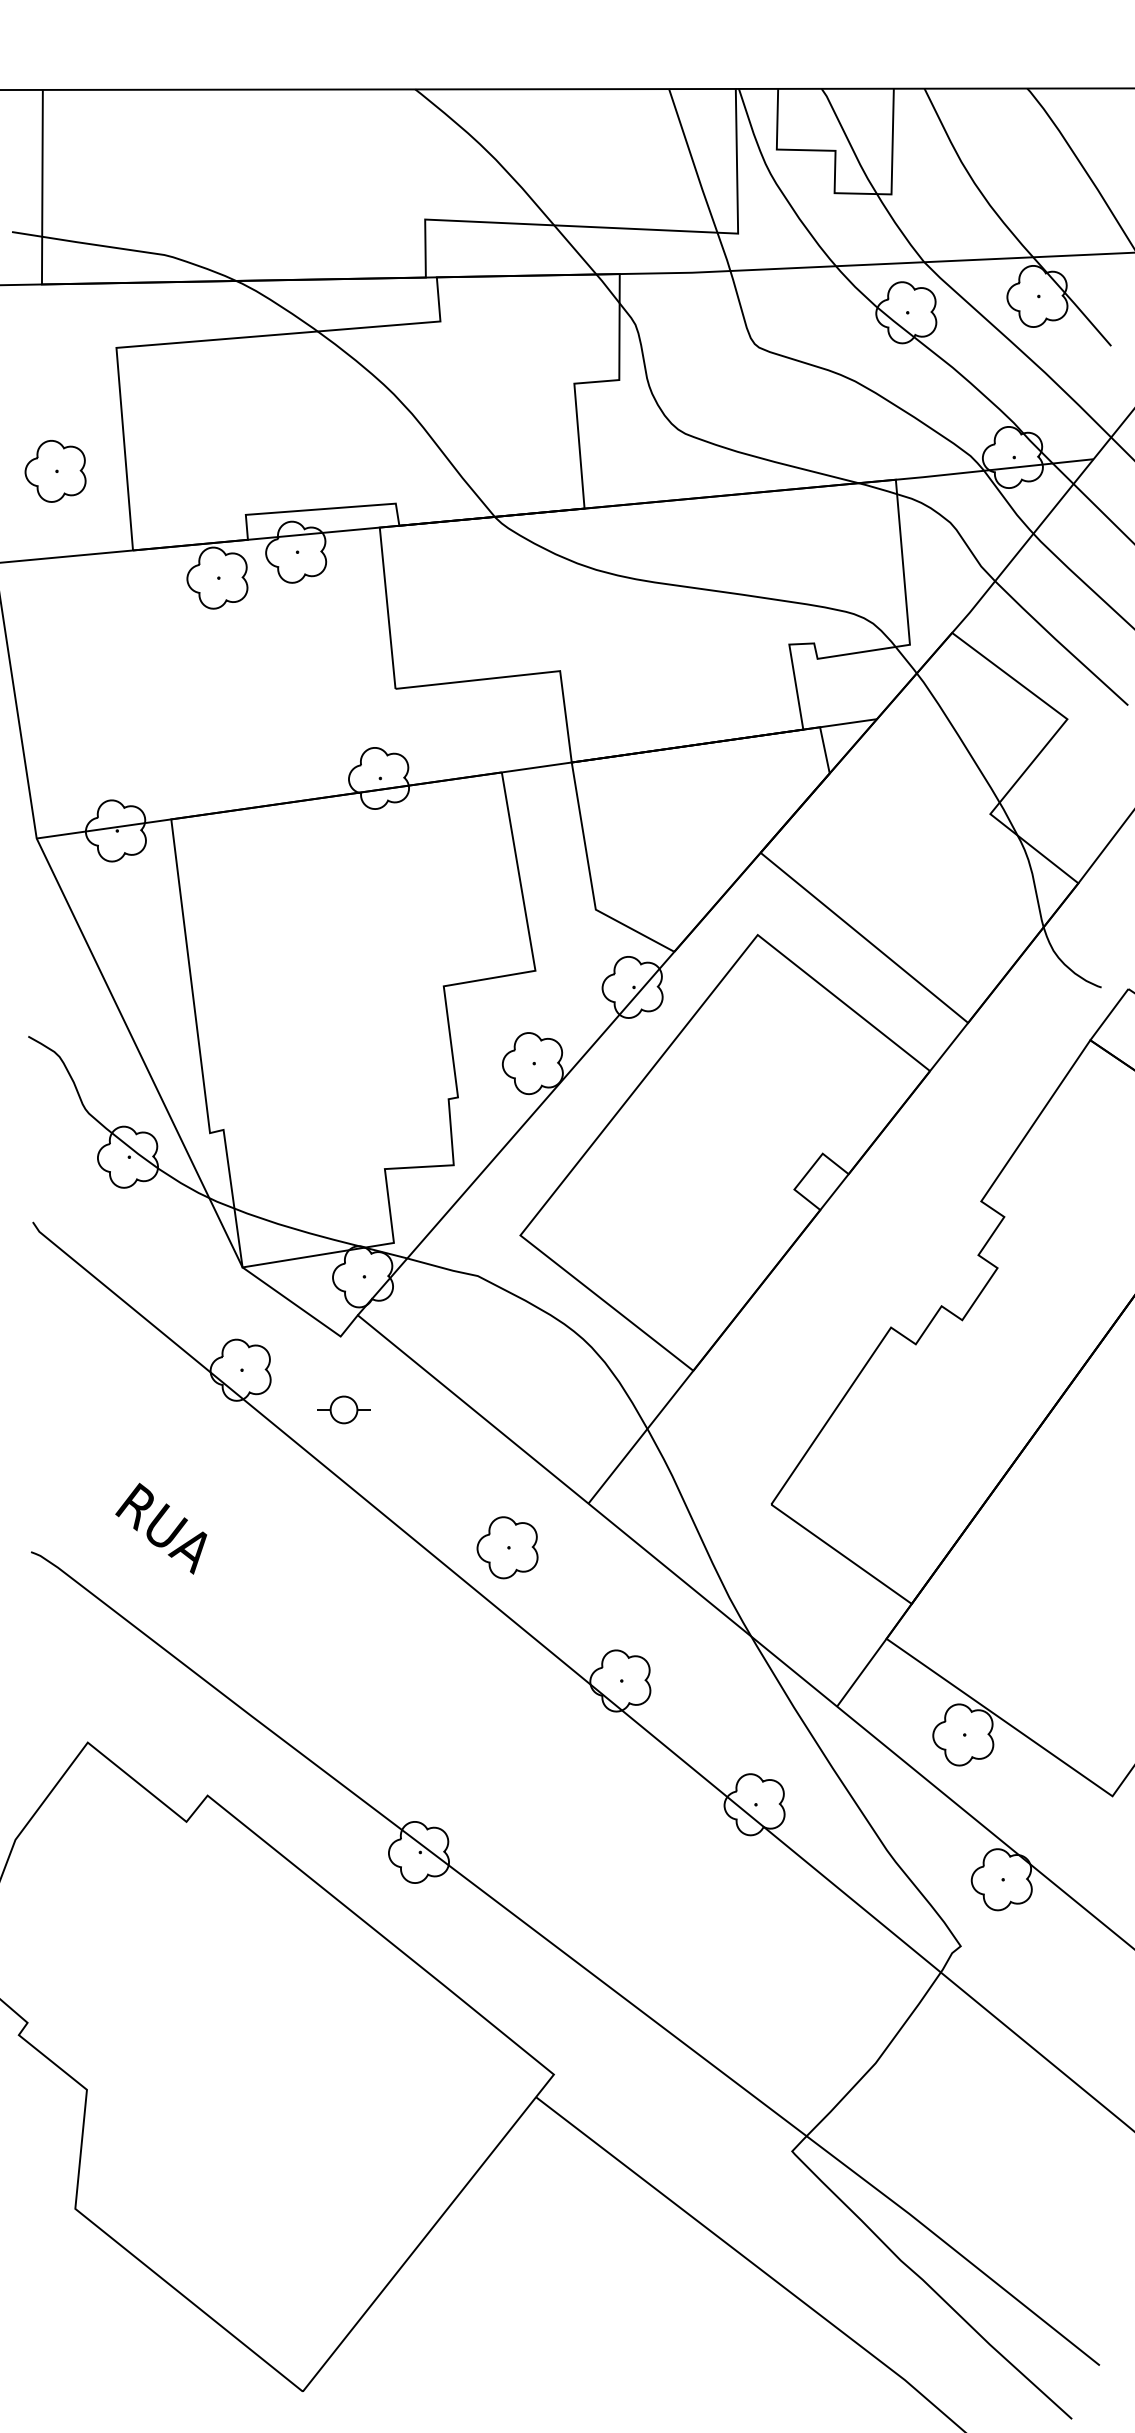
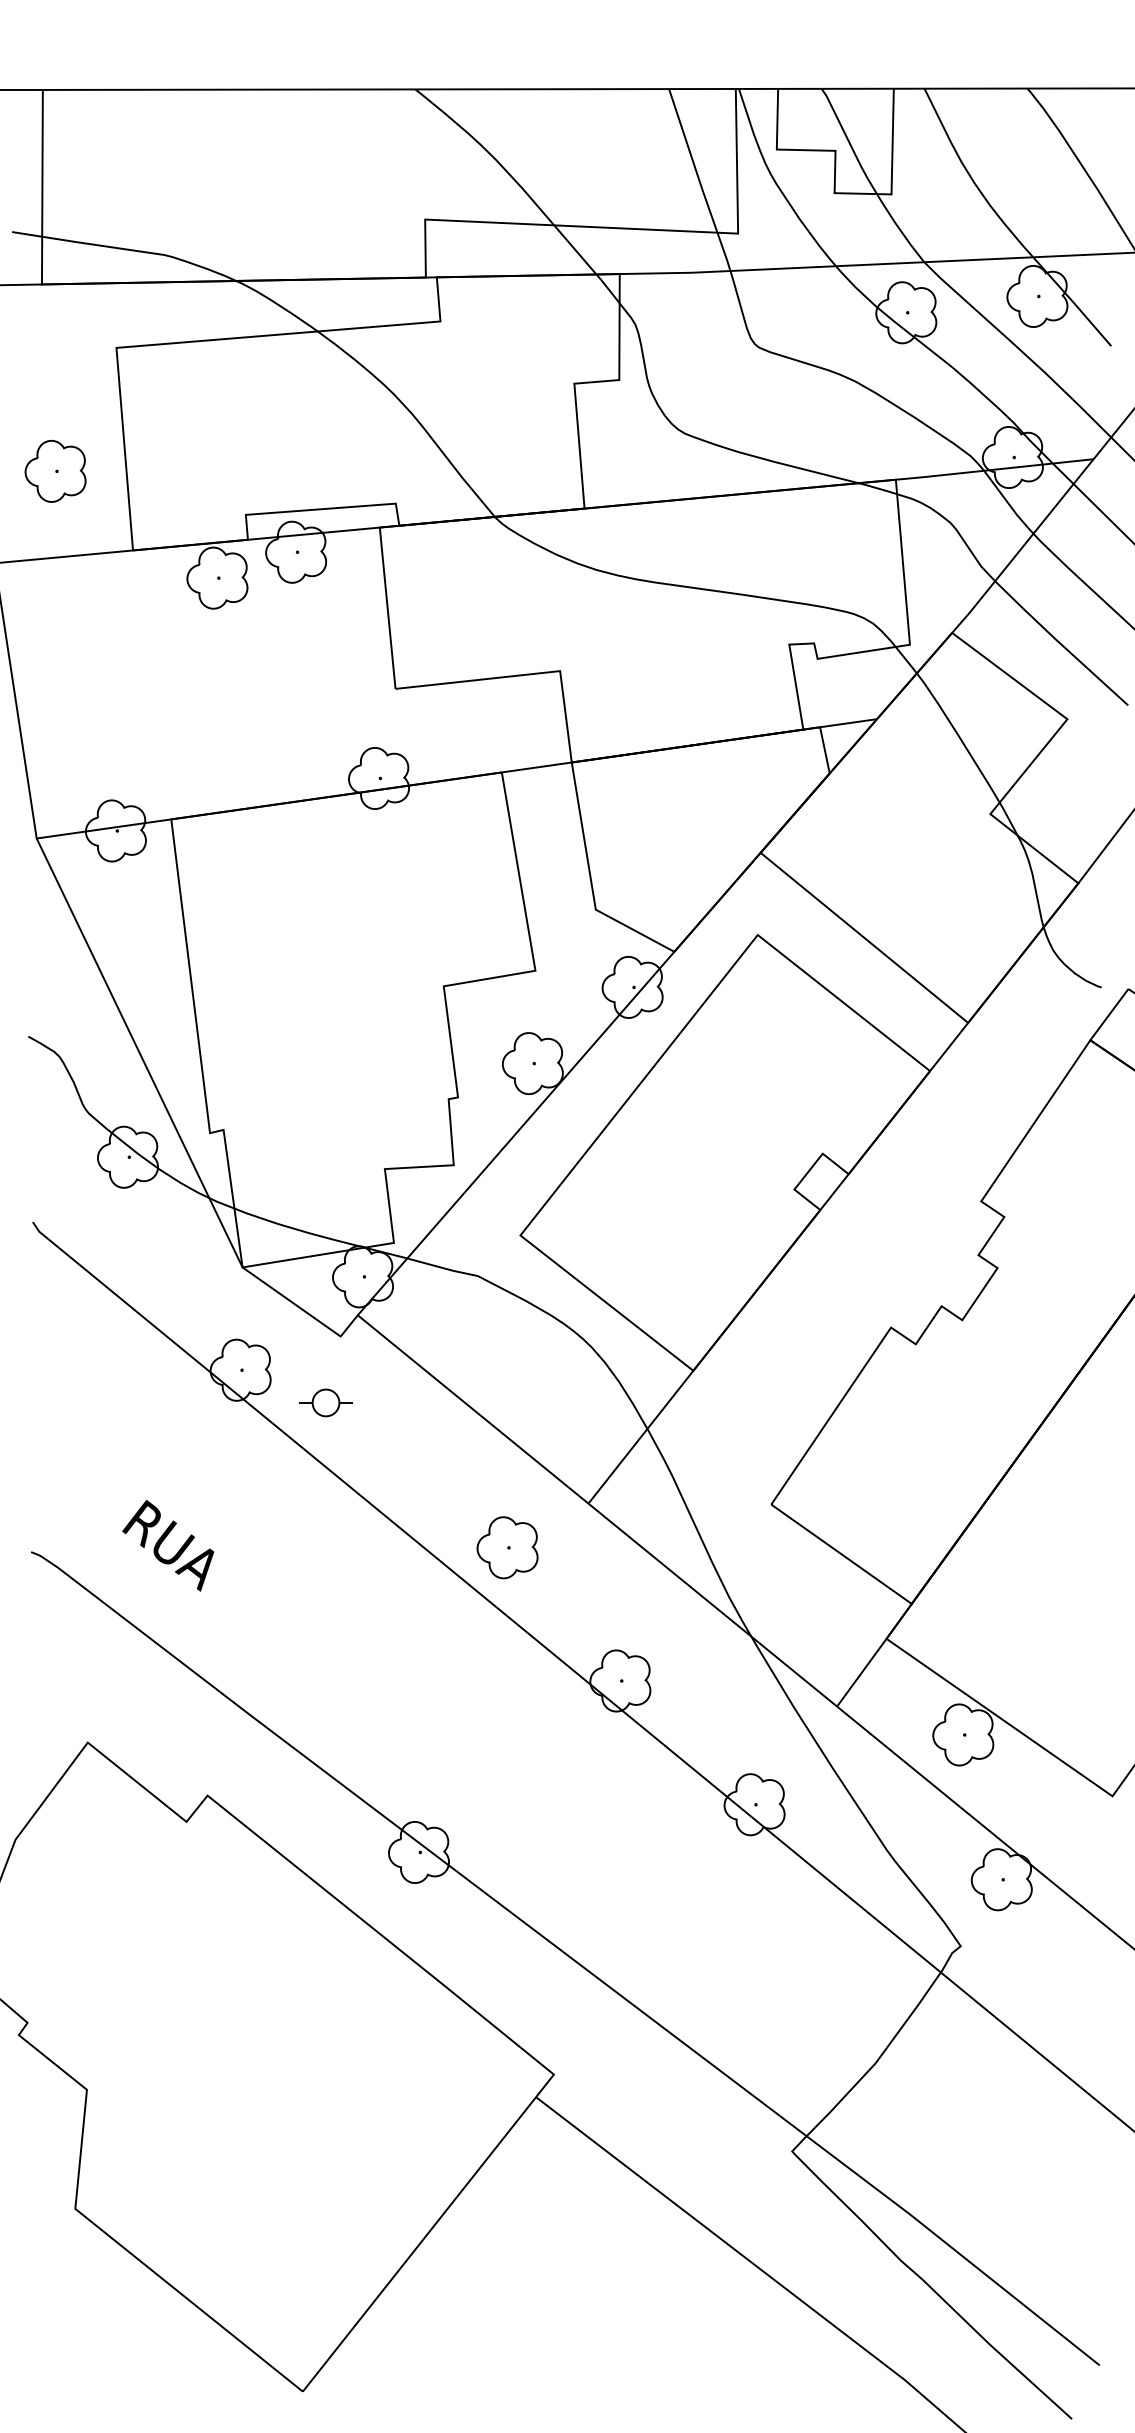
part at (343, 1409) position: (343, 1409) -> (325, 1402)
text at (160, 1528) position: (160, 1528) -> (167, 1545)
